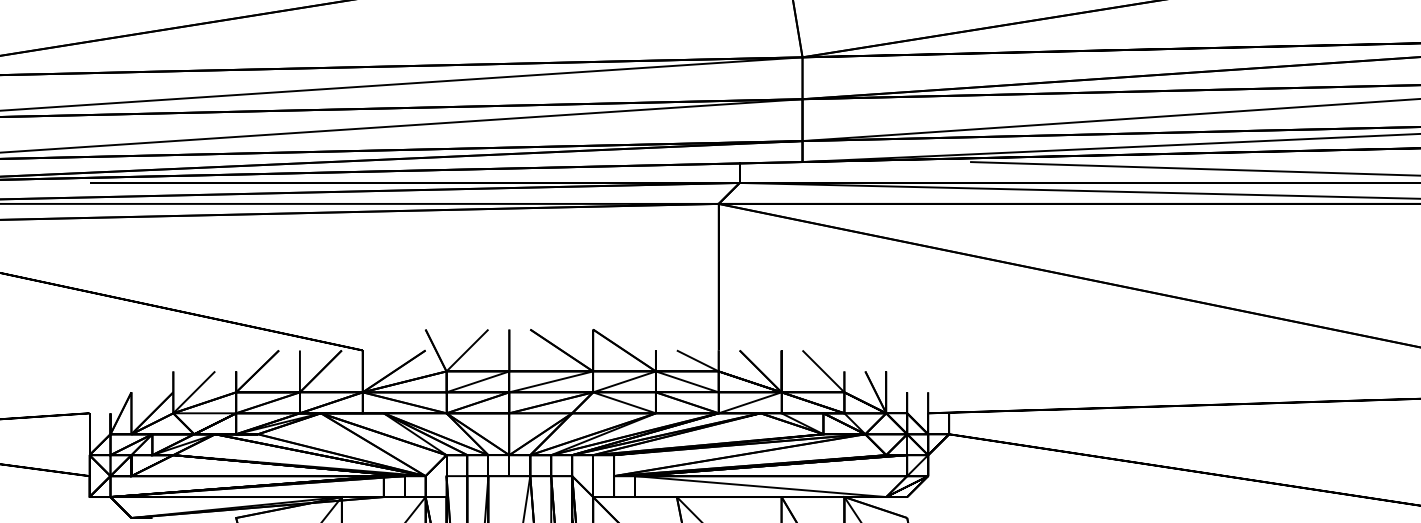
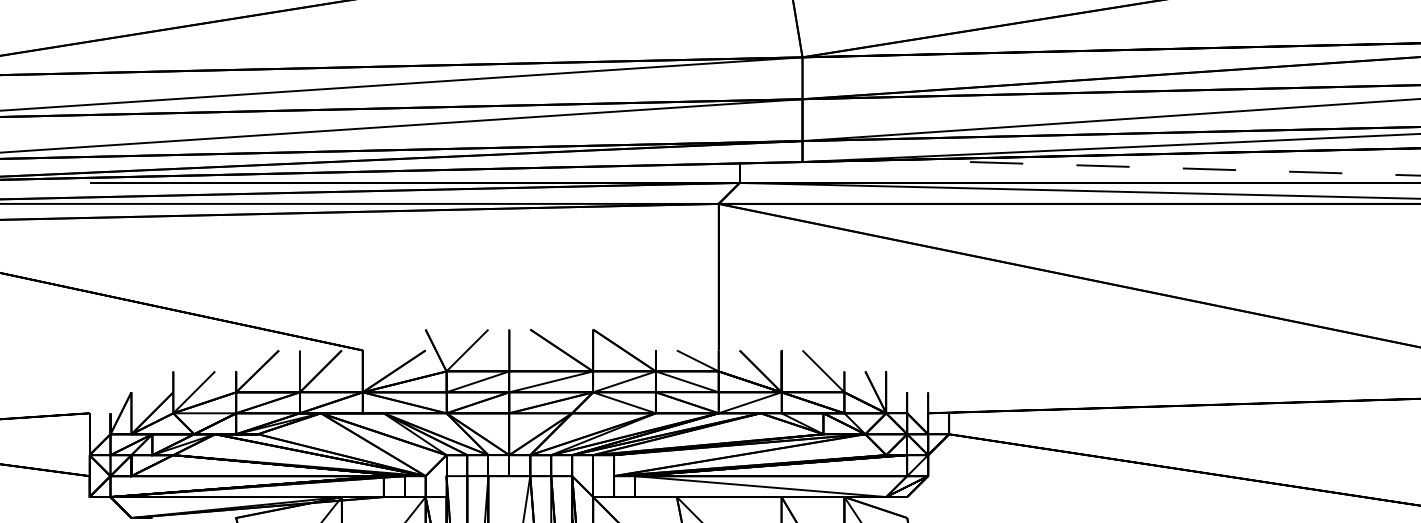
line at (1195, 168): solid -> dashed
